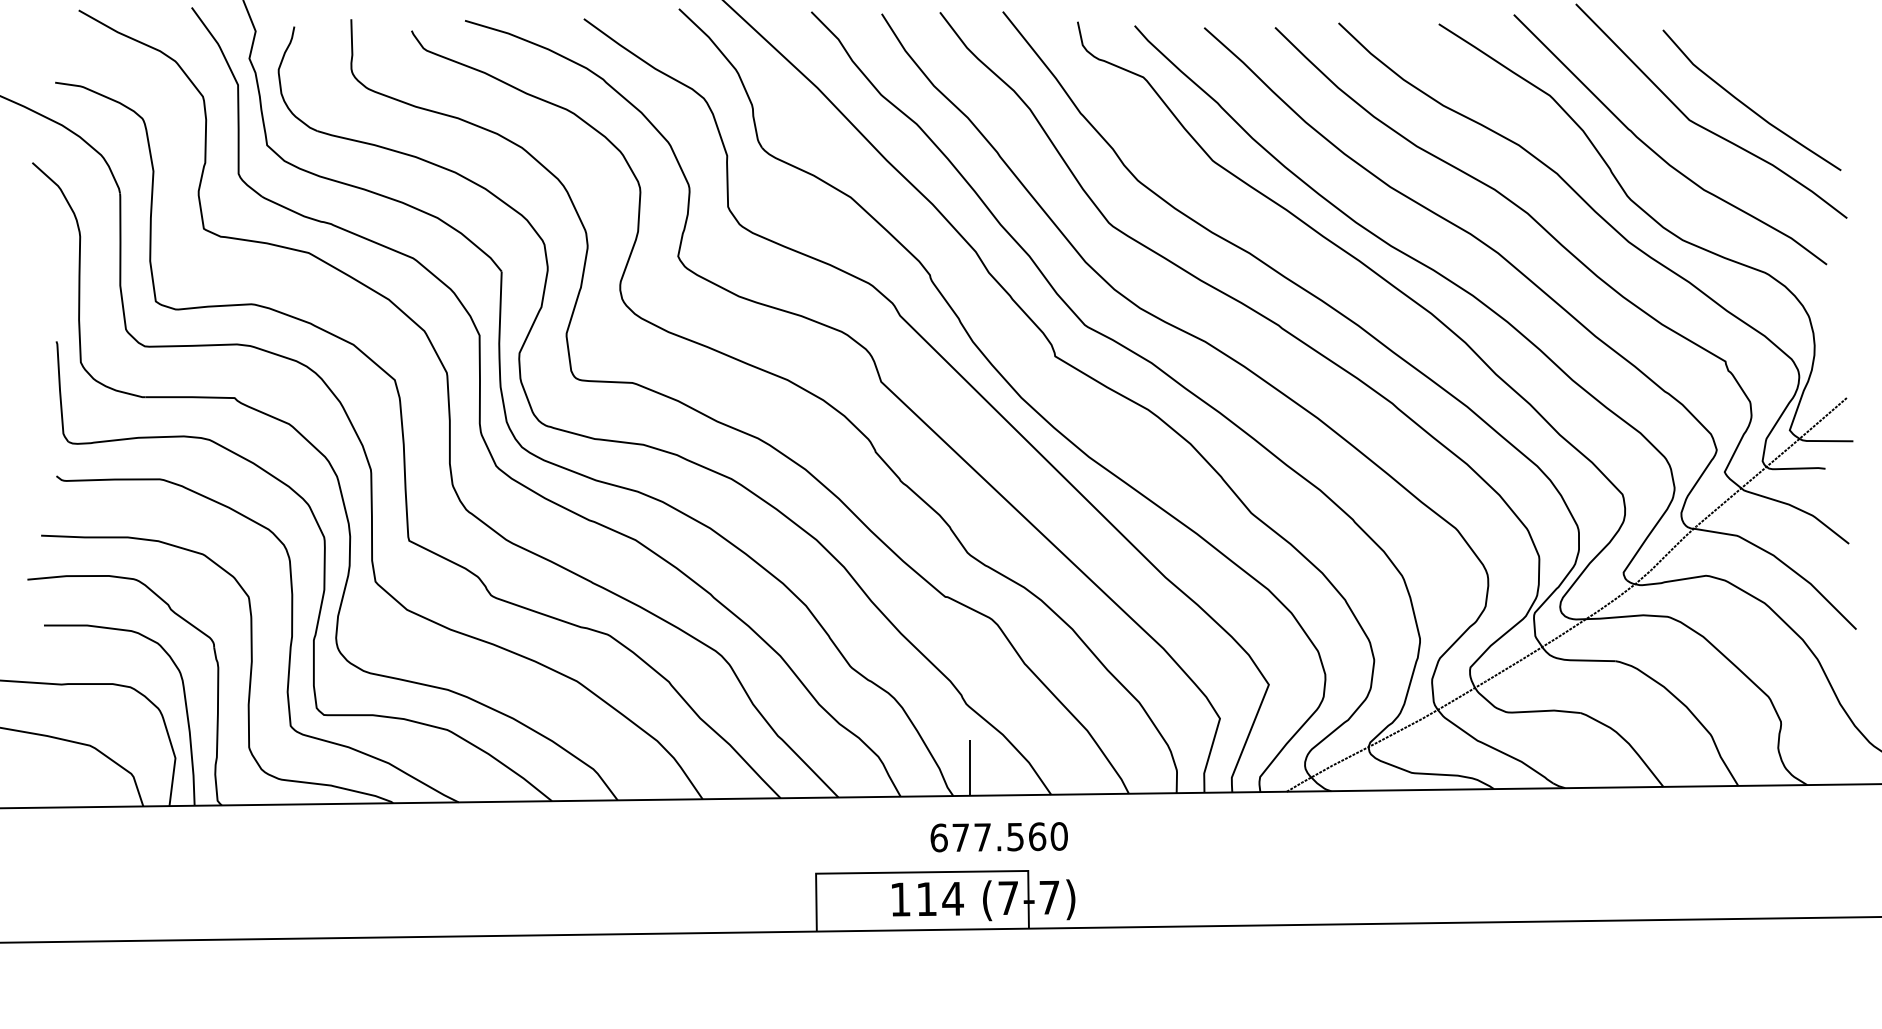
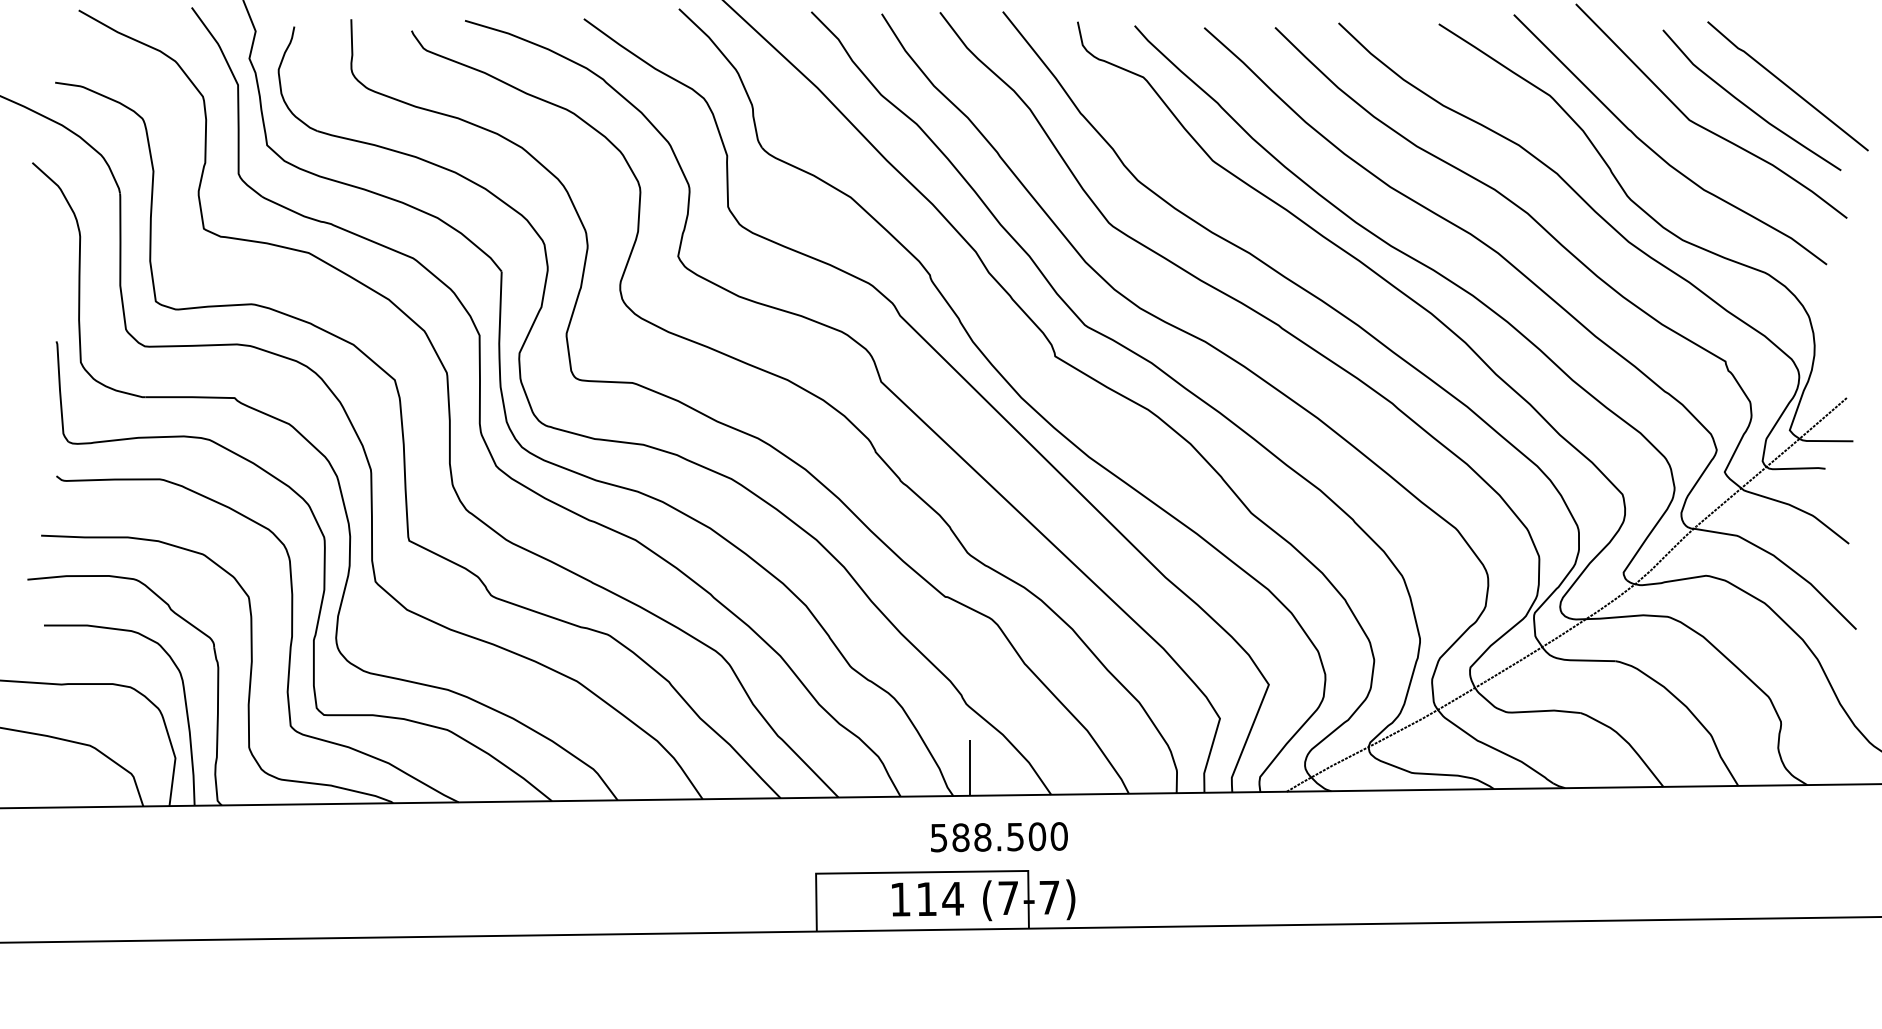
line at (1787, 86): none -> present
text at (988, 837): 677.560 -> 588.500
